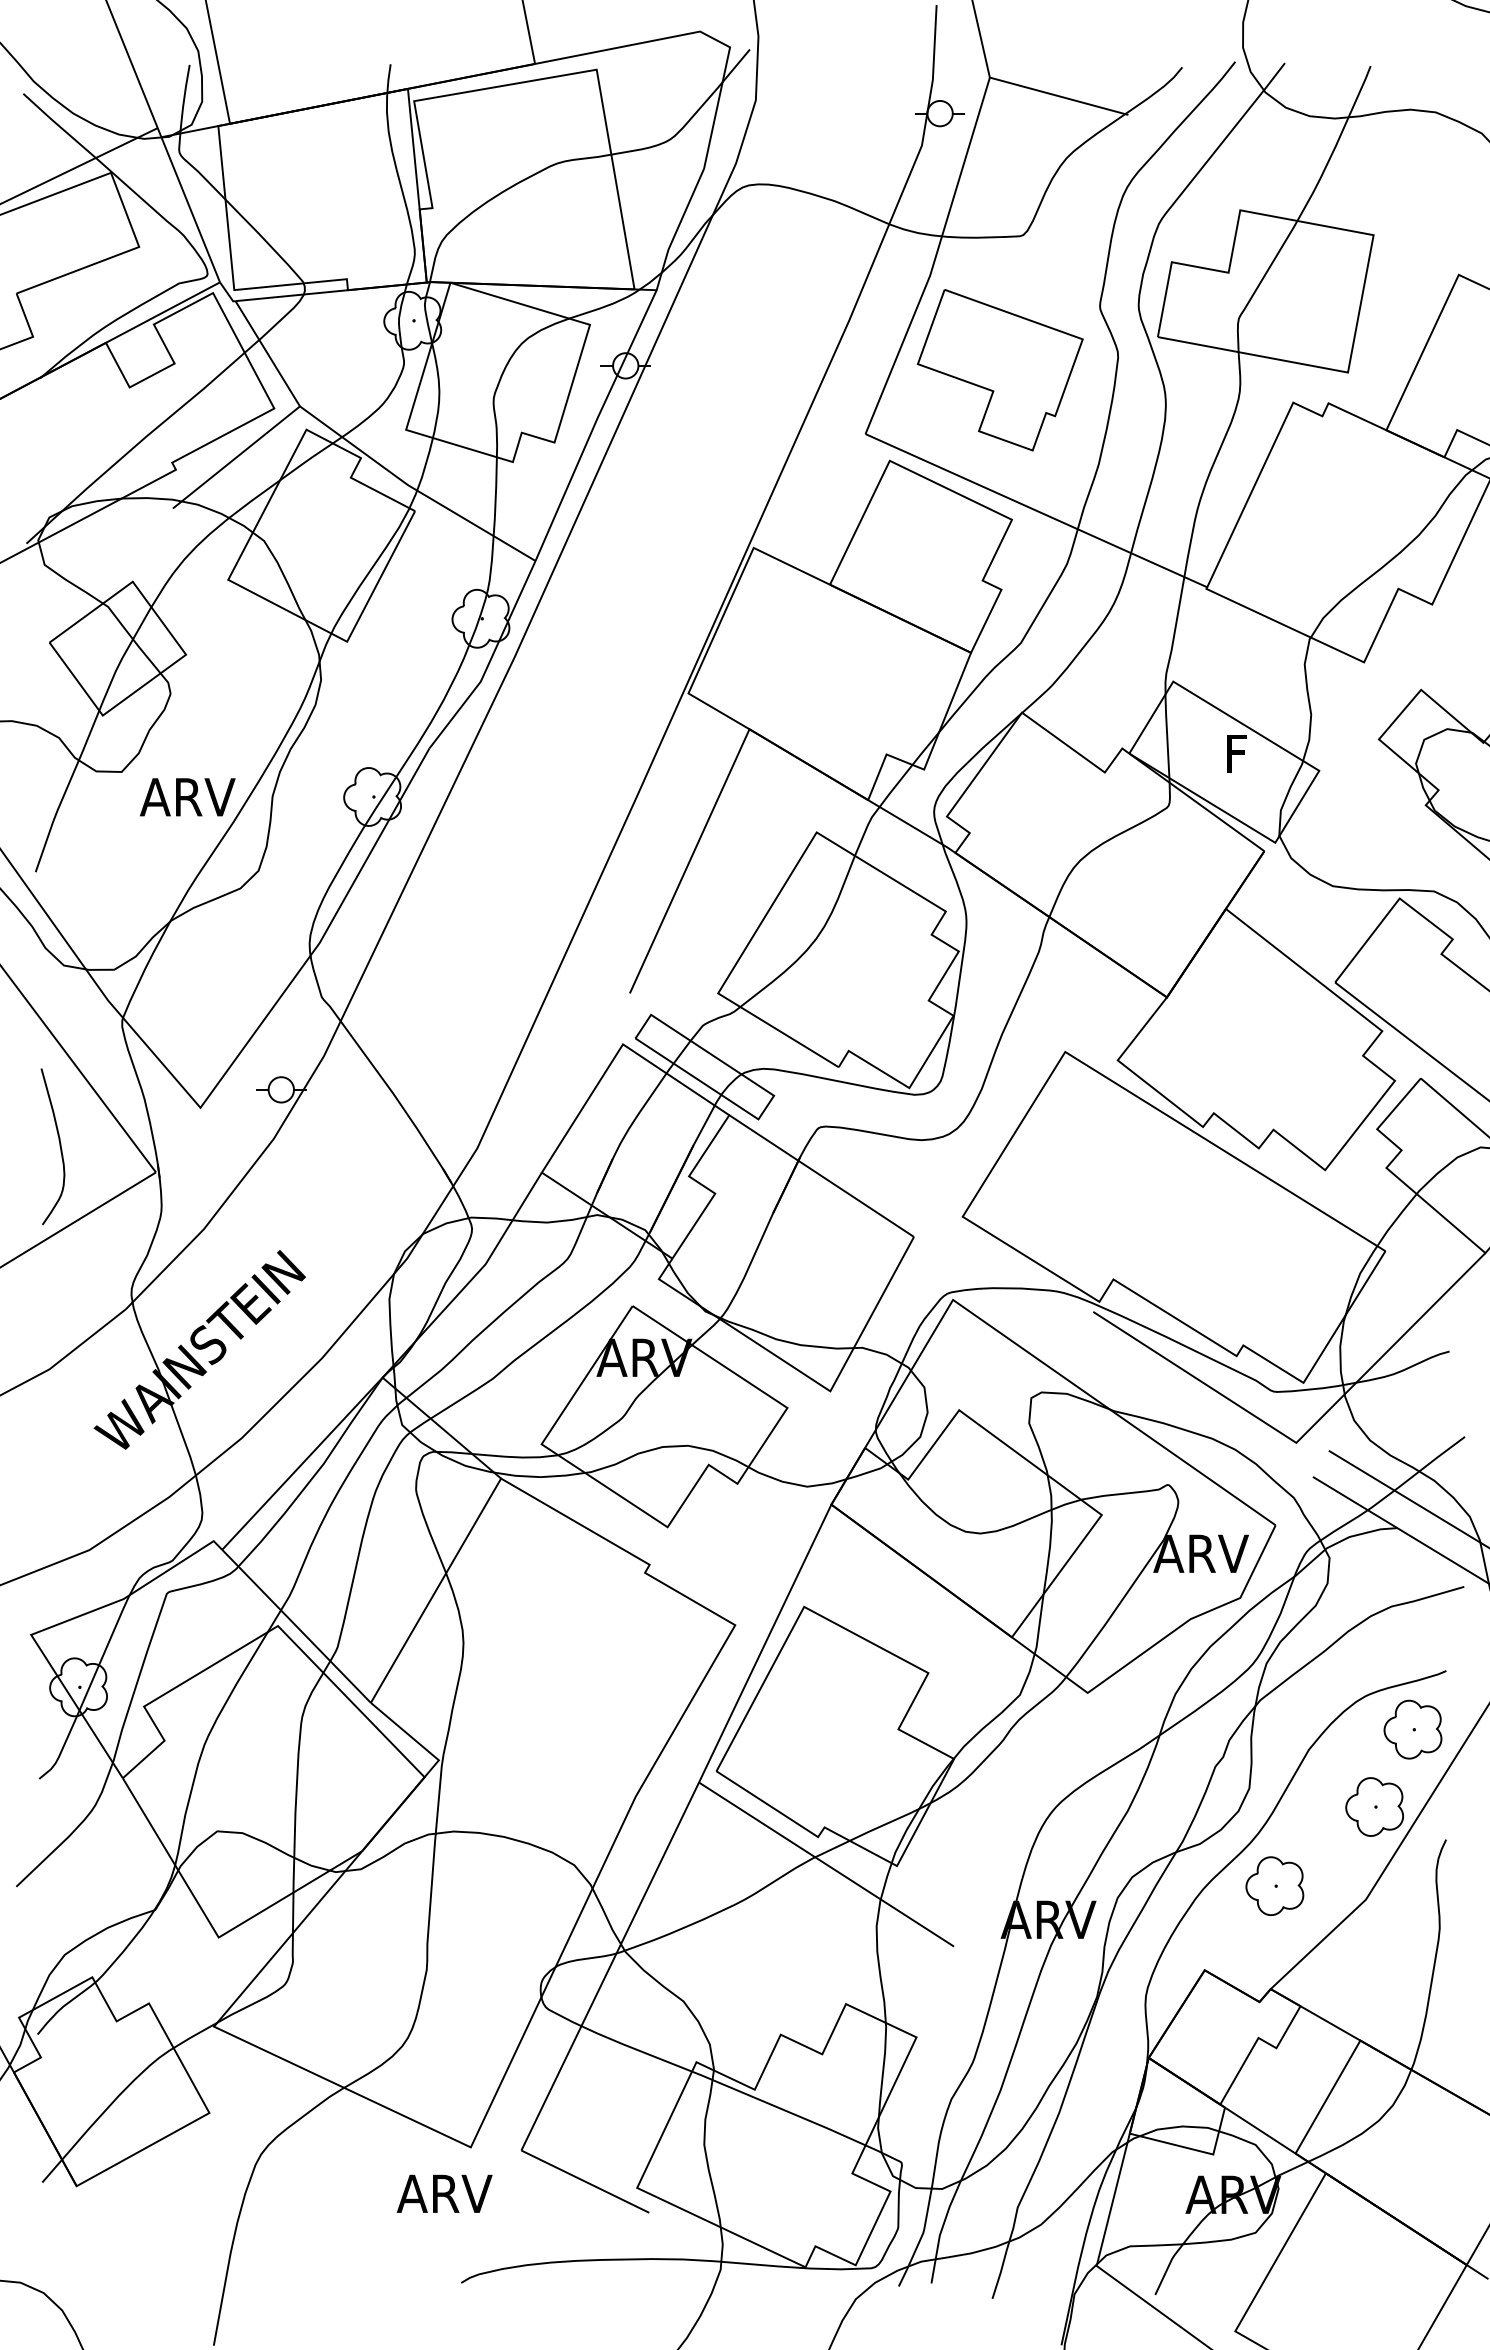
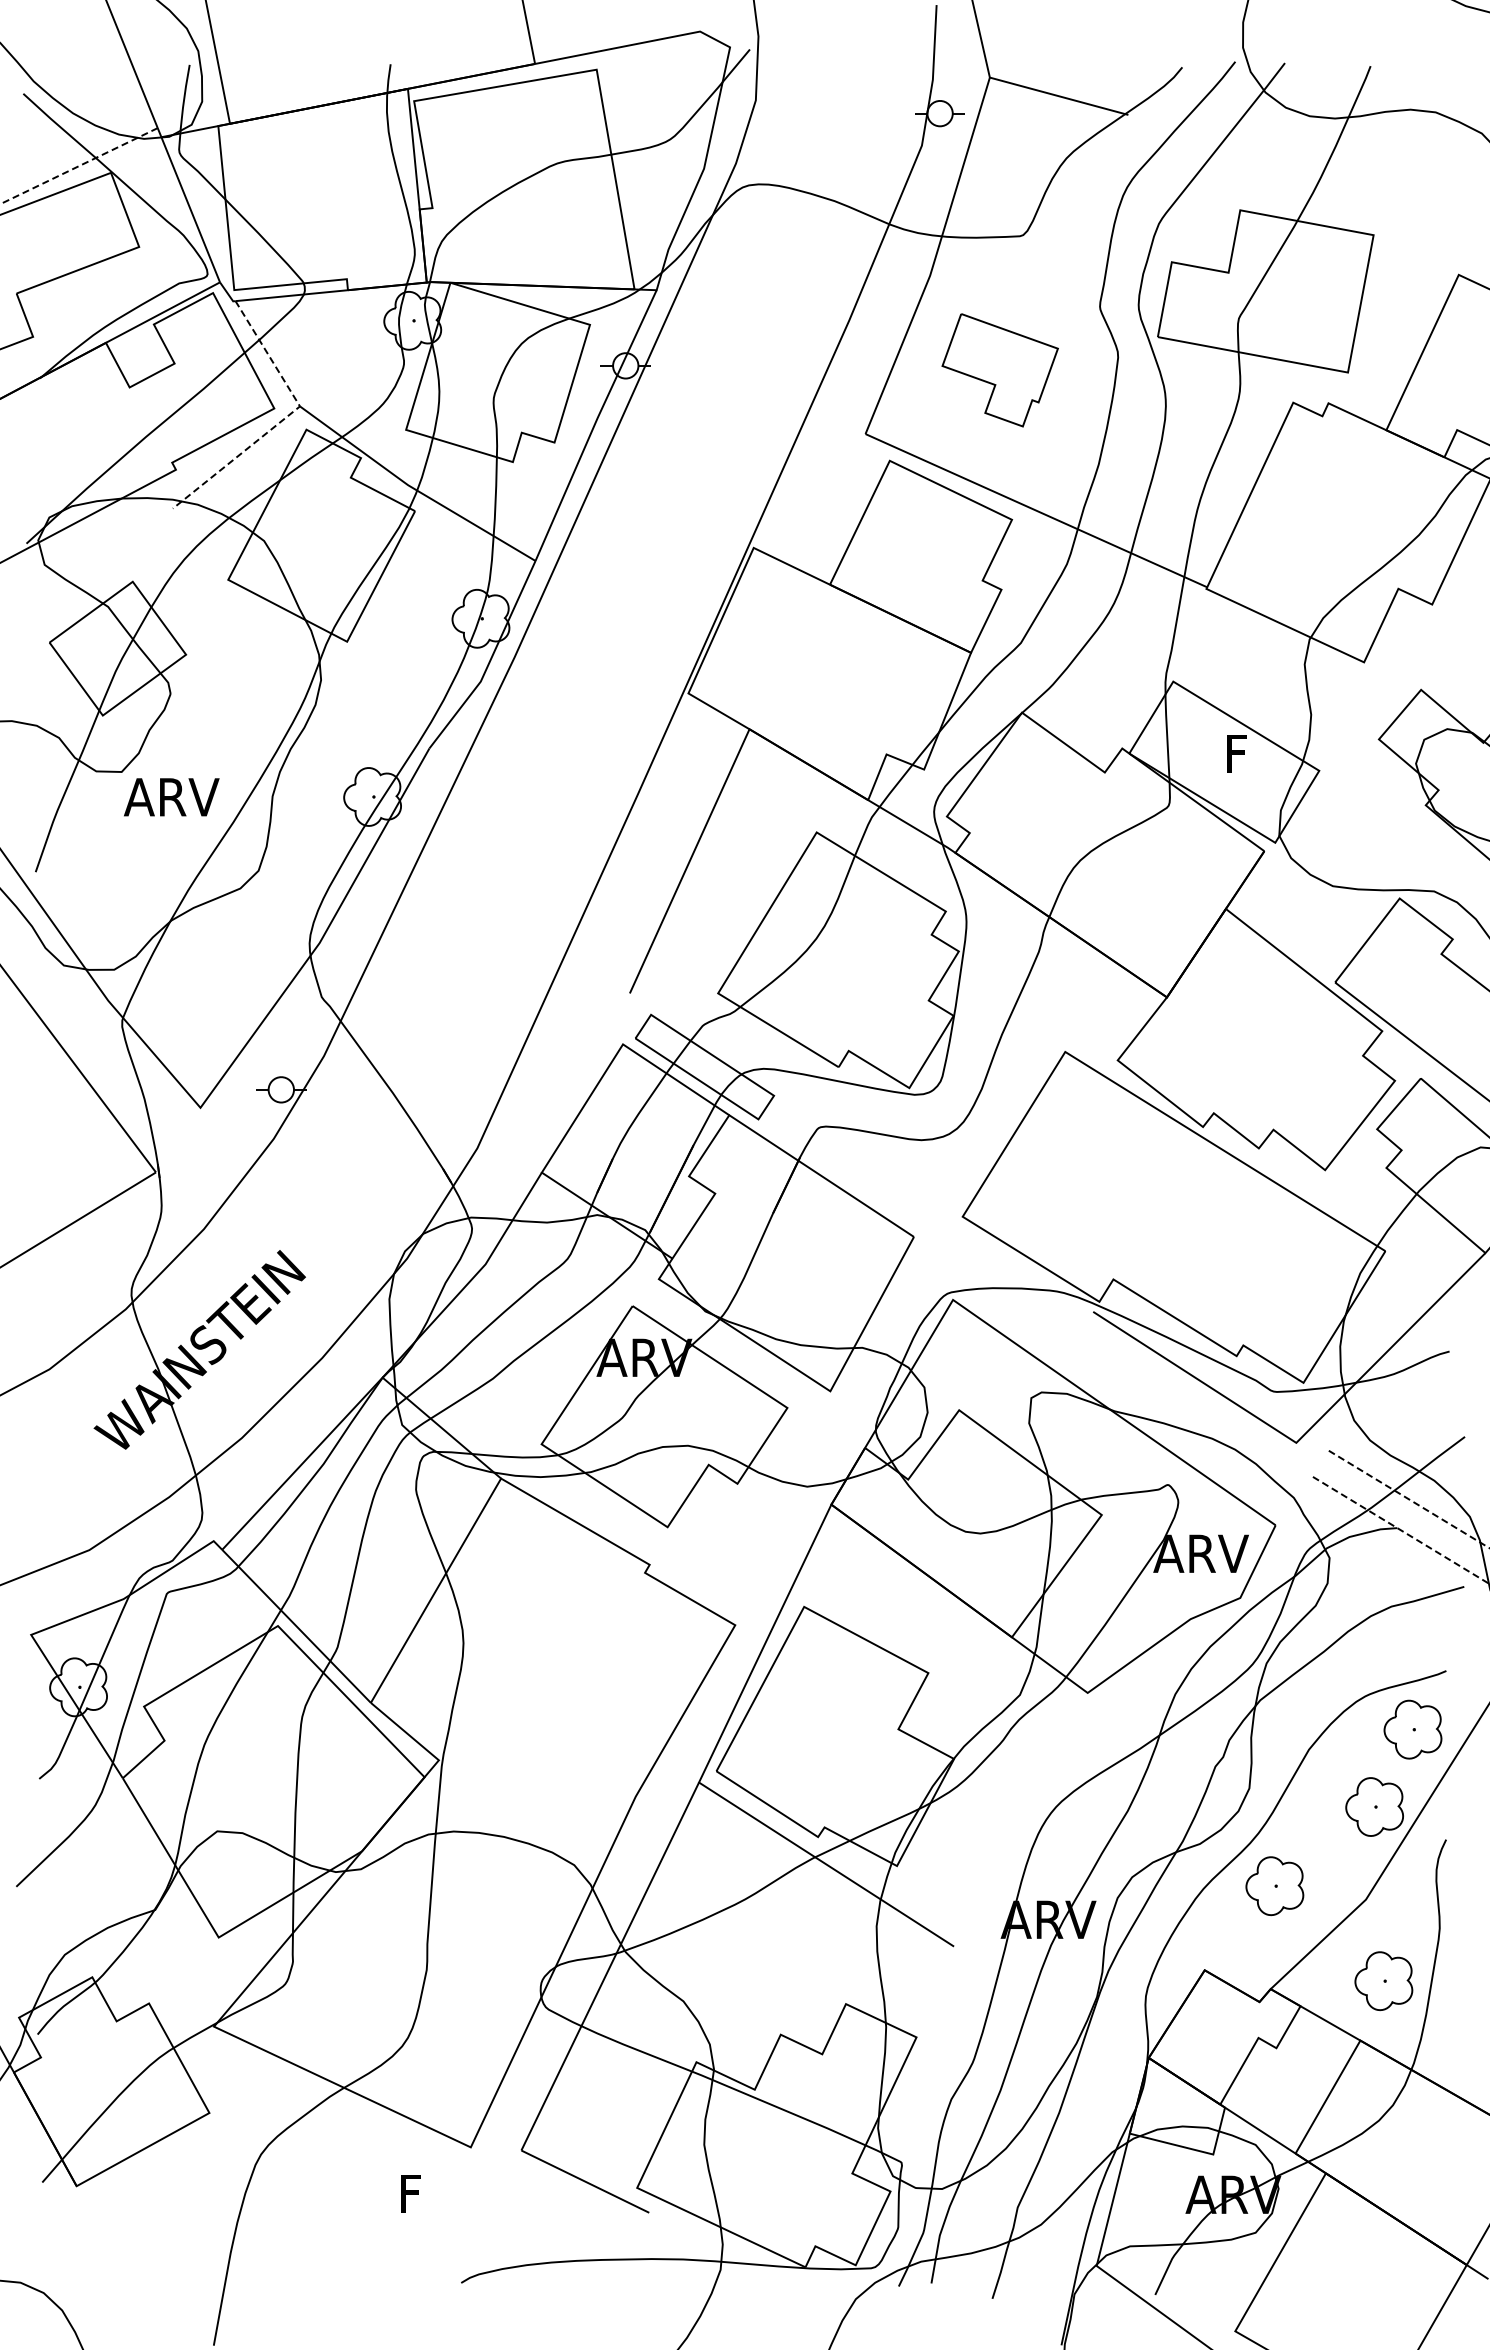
line at (78, 166): solid -> dashed
part at (999, 370) size: 168x163 px -> 118x115 px
line at (284, 418): solid -> dashed
text at (187, 797) position: (187, 797) -> (171, 797)
curve at (59, 1146): present -> none
line at (1409, 1499): solid -> dashed
line at (1401, 1530): solid -> dashed
part at (1383, 1981): none -> present
text at (444, 2193): ARV -> F
